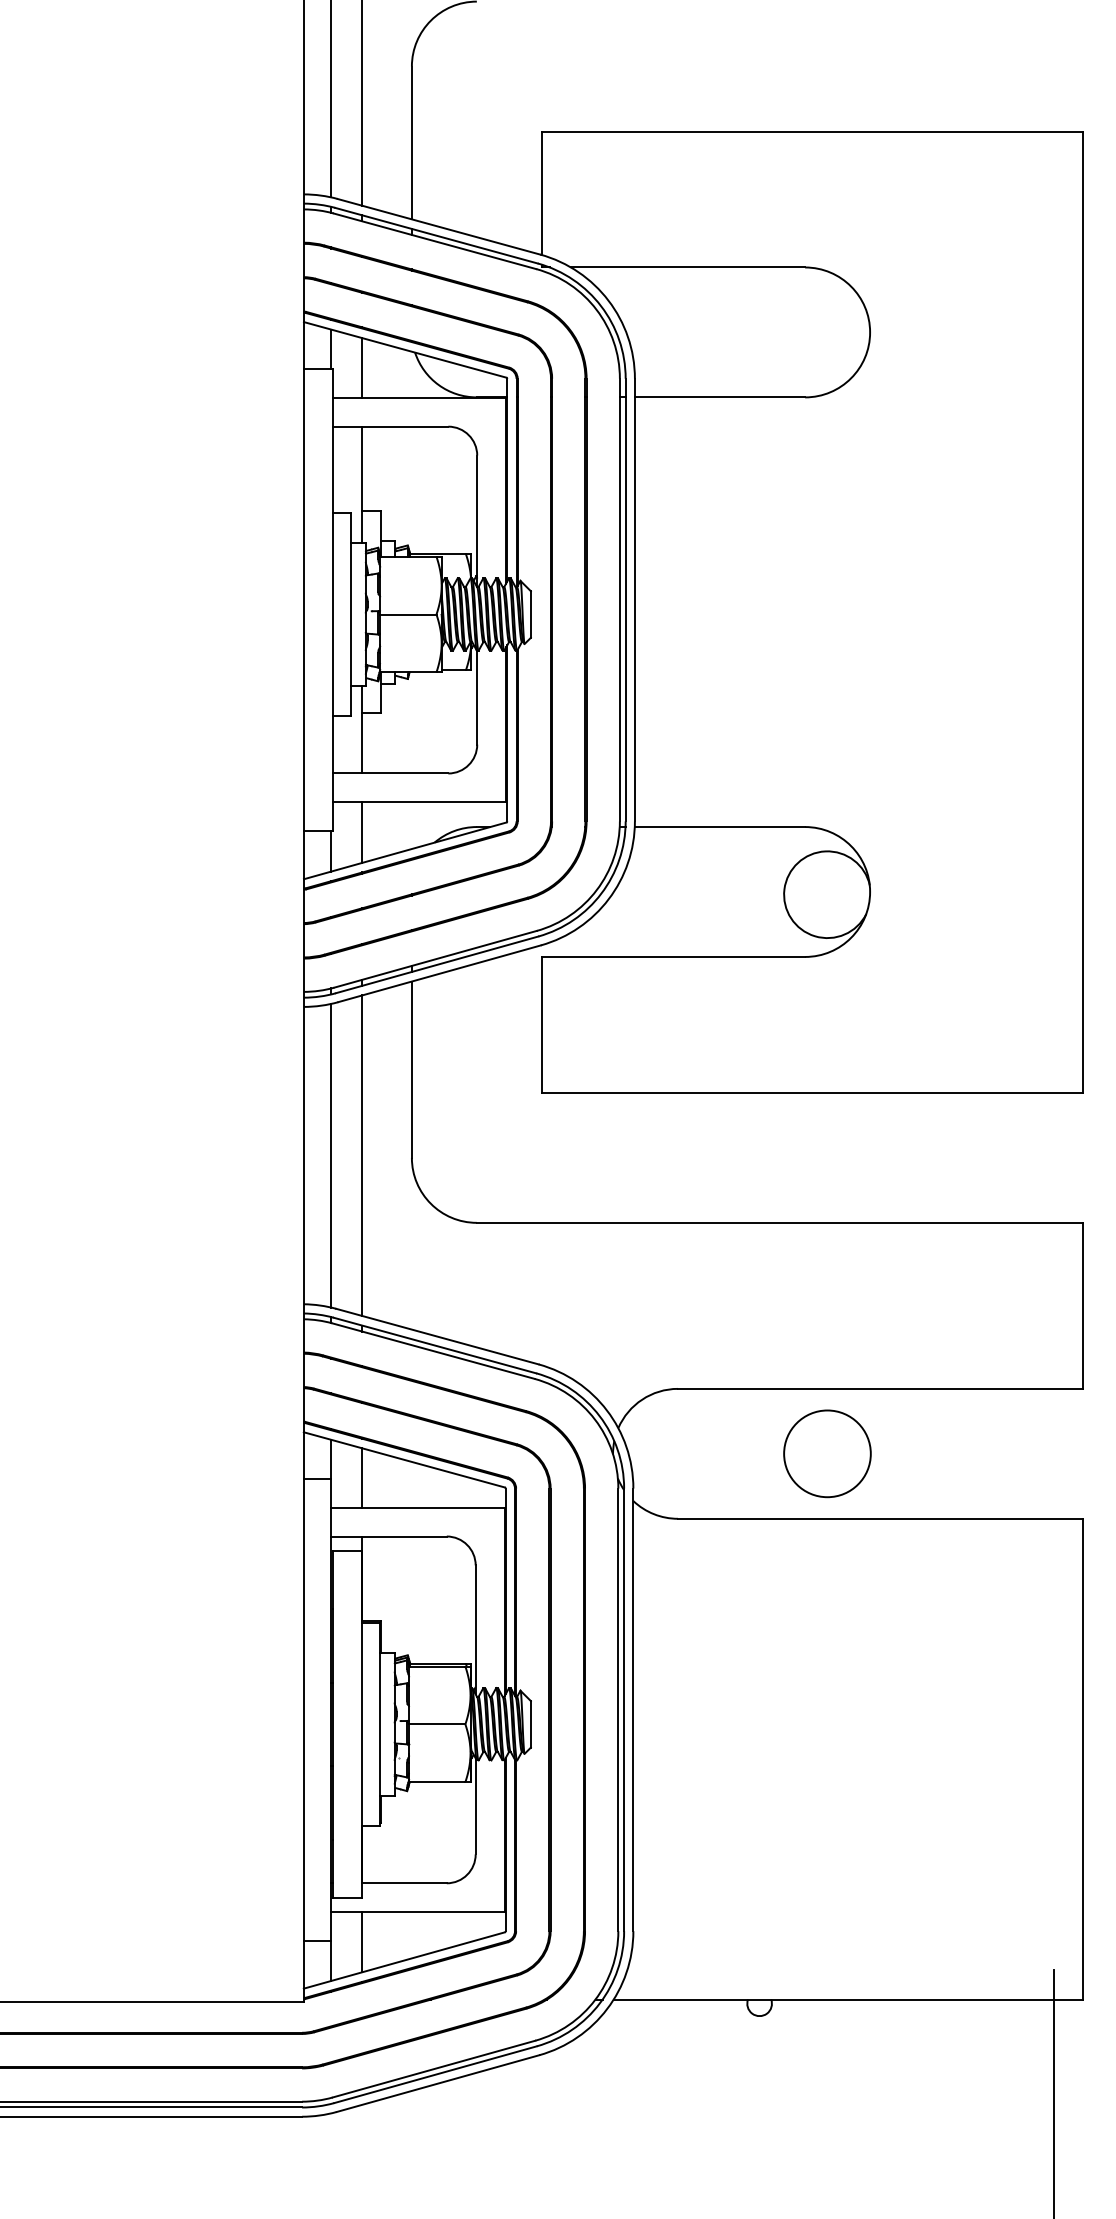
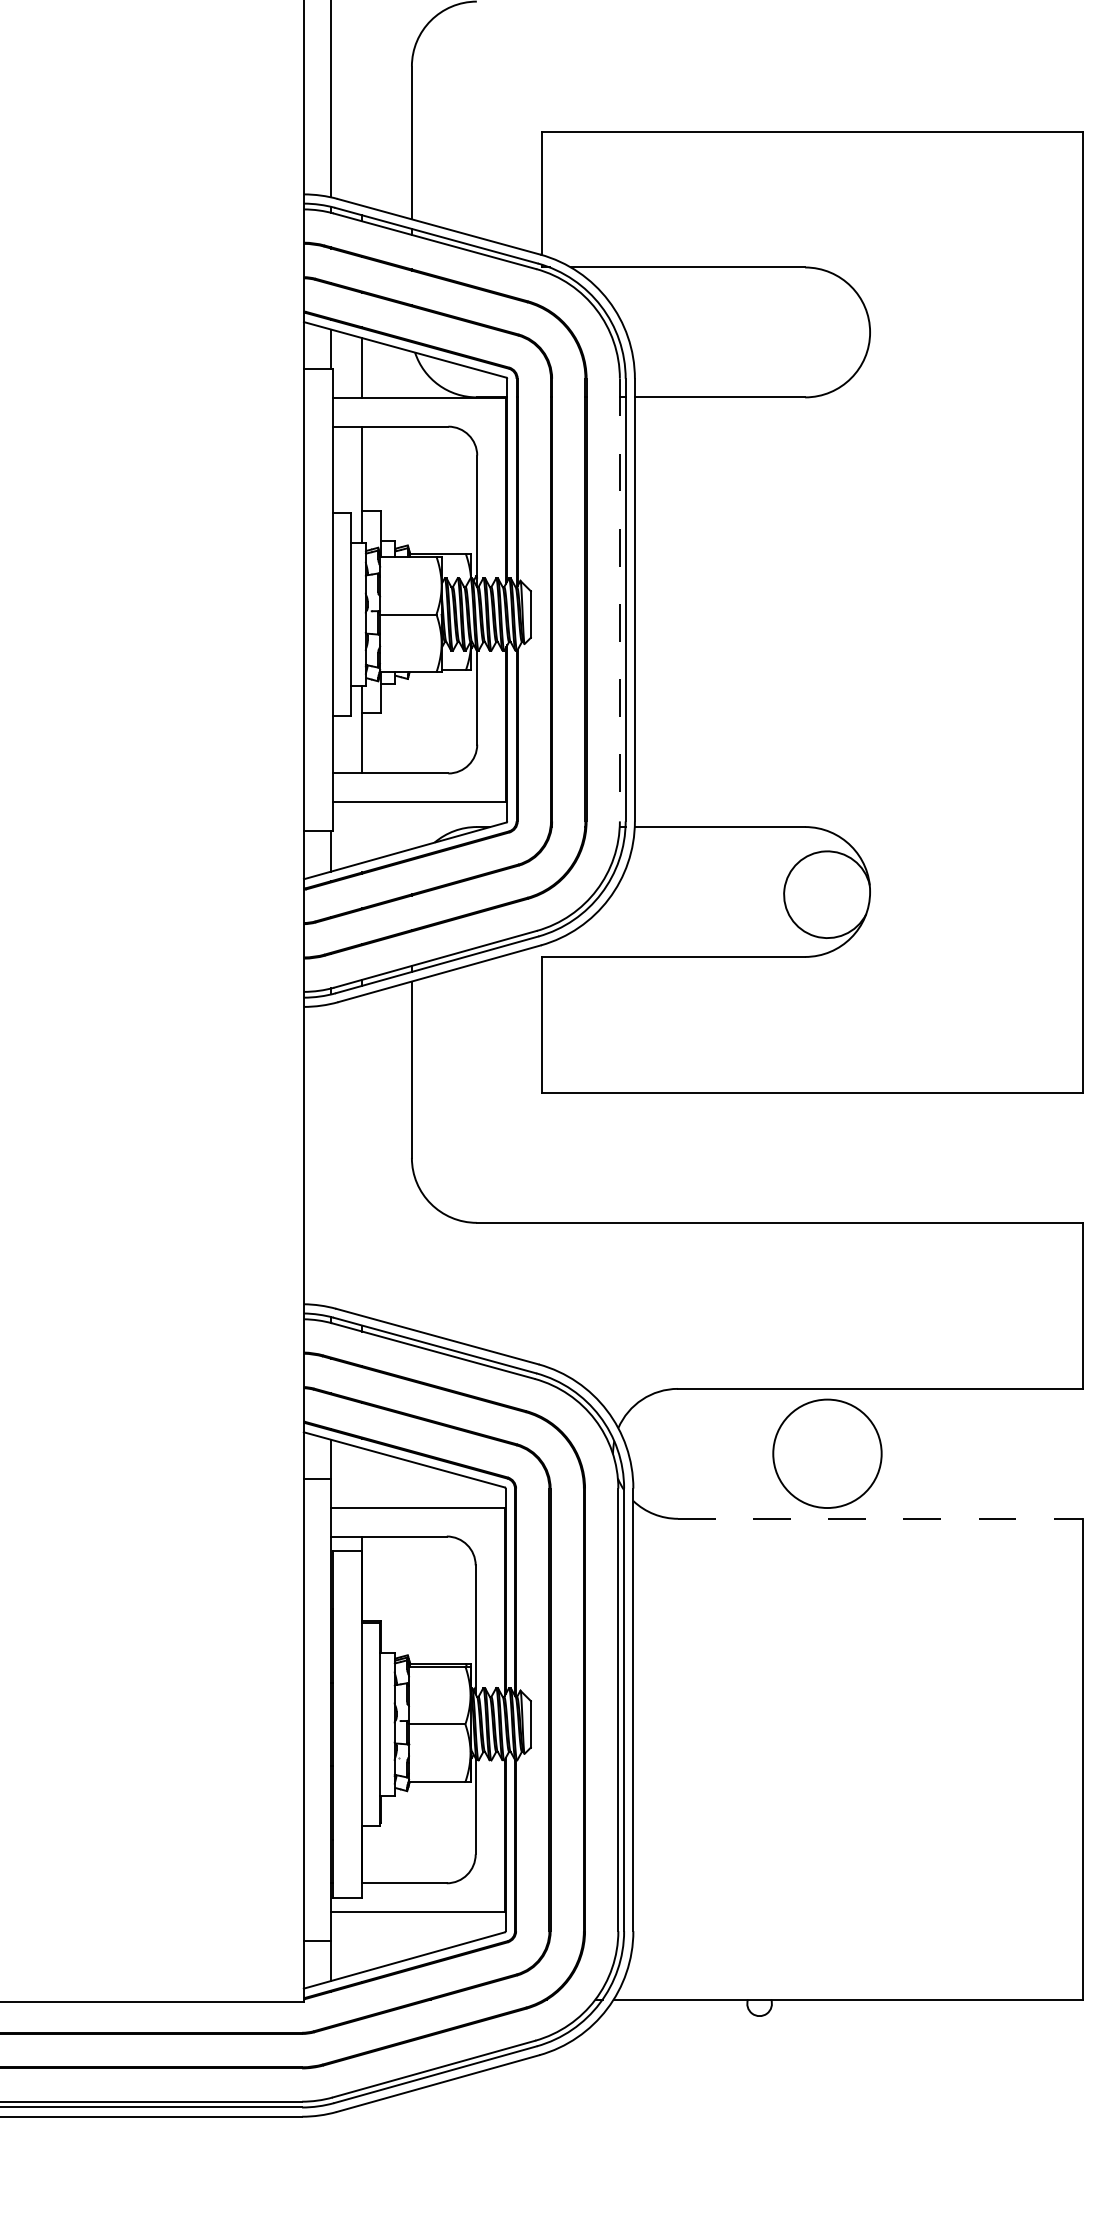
line at (362, 103): present -> none
line at (619, 600): solid -> dashed
line at (362, 832): present -> none
line at (331, 1155): present -> none
line at (362, 1155): present -> none
circle at (827, 1453) size: 89x90 px -> 111x111 px
line at (362, 1477): present -> none
line at (880, 1518): solid -> dashed
line at (362, 1942): present -> none
line at (1053, 2092): present -> none
